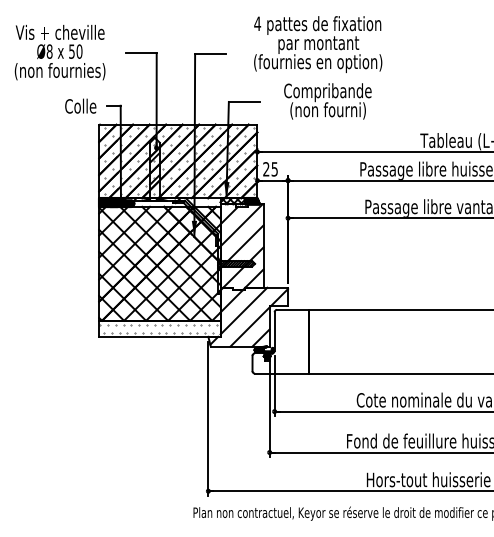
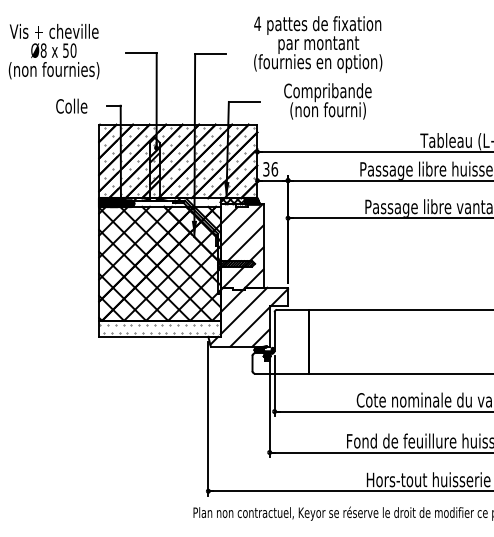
text at (59, 52) position: (59, 52) -> (53, 51)
text at (80, 105) position: (80, 105) -> (71, 105)
text at (270, 169): 25 -> 36
